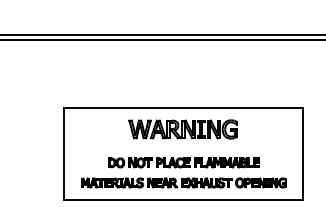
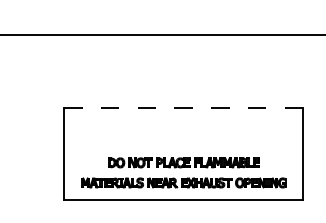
line at (162, 40): present -> none
line at (183, 108): solid -> dashed
part at (182, 129): present -> none
